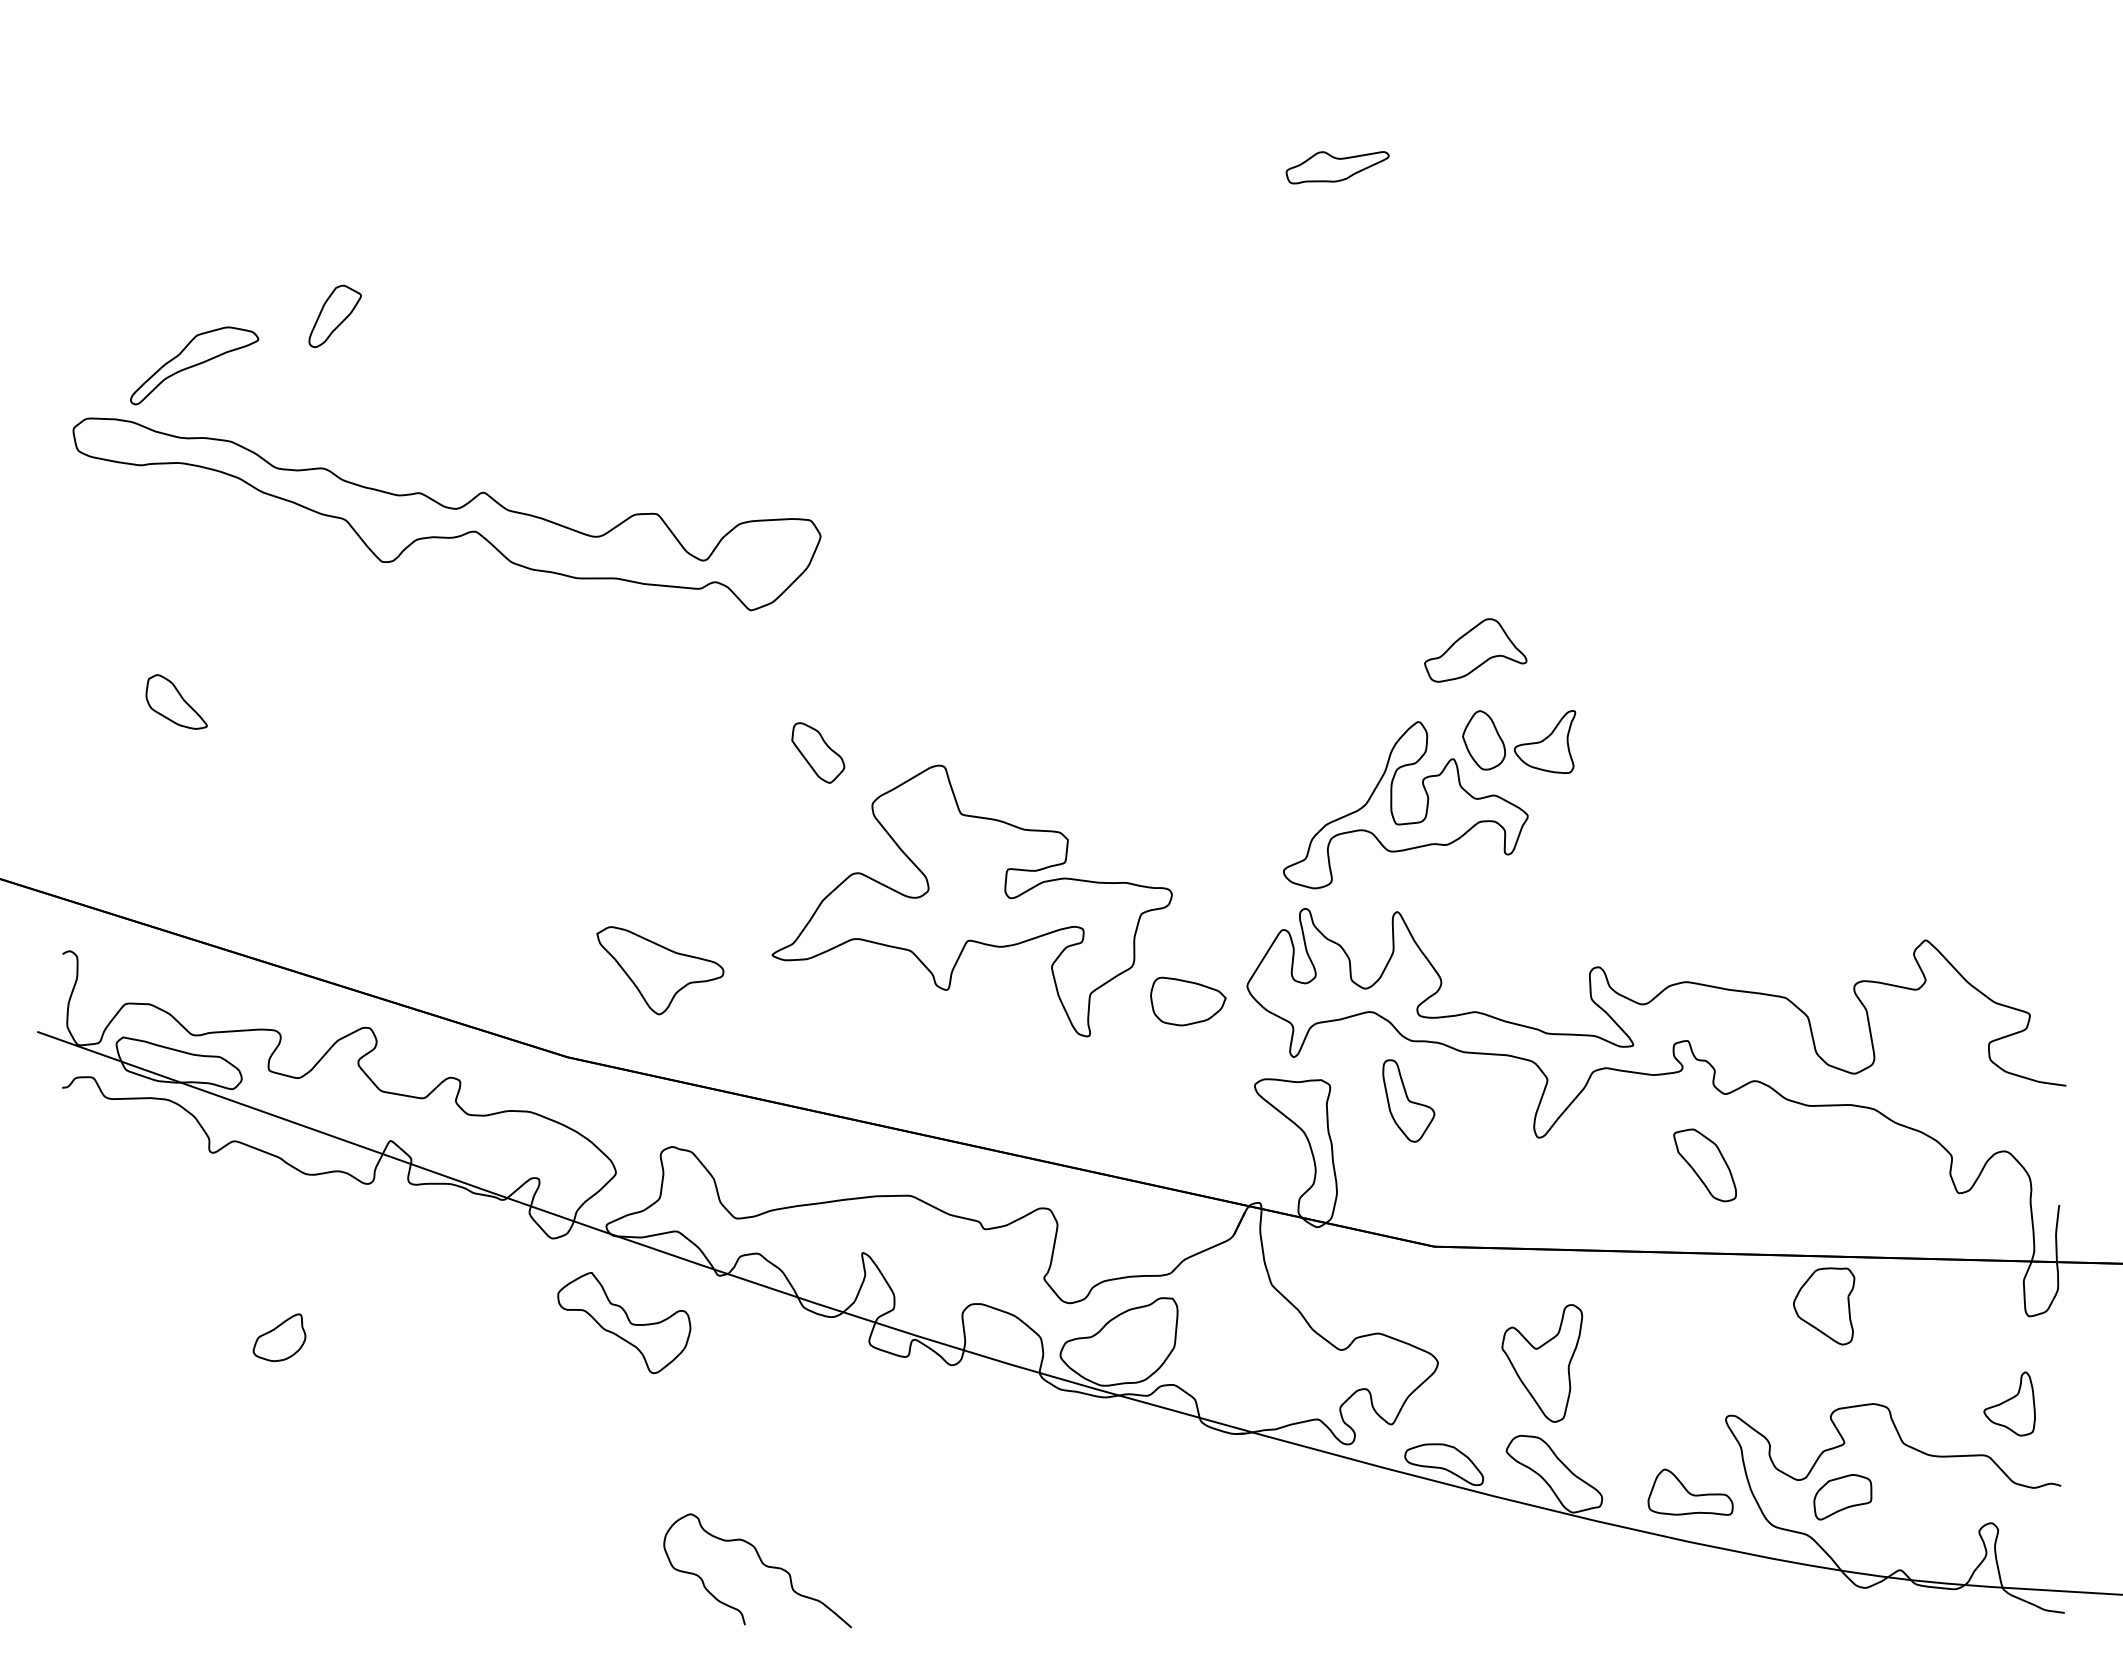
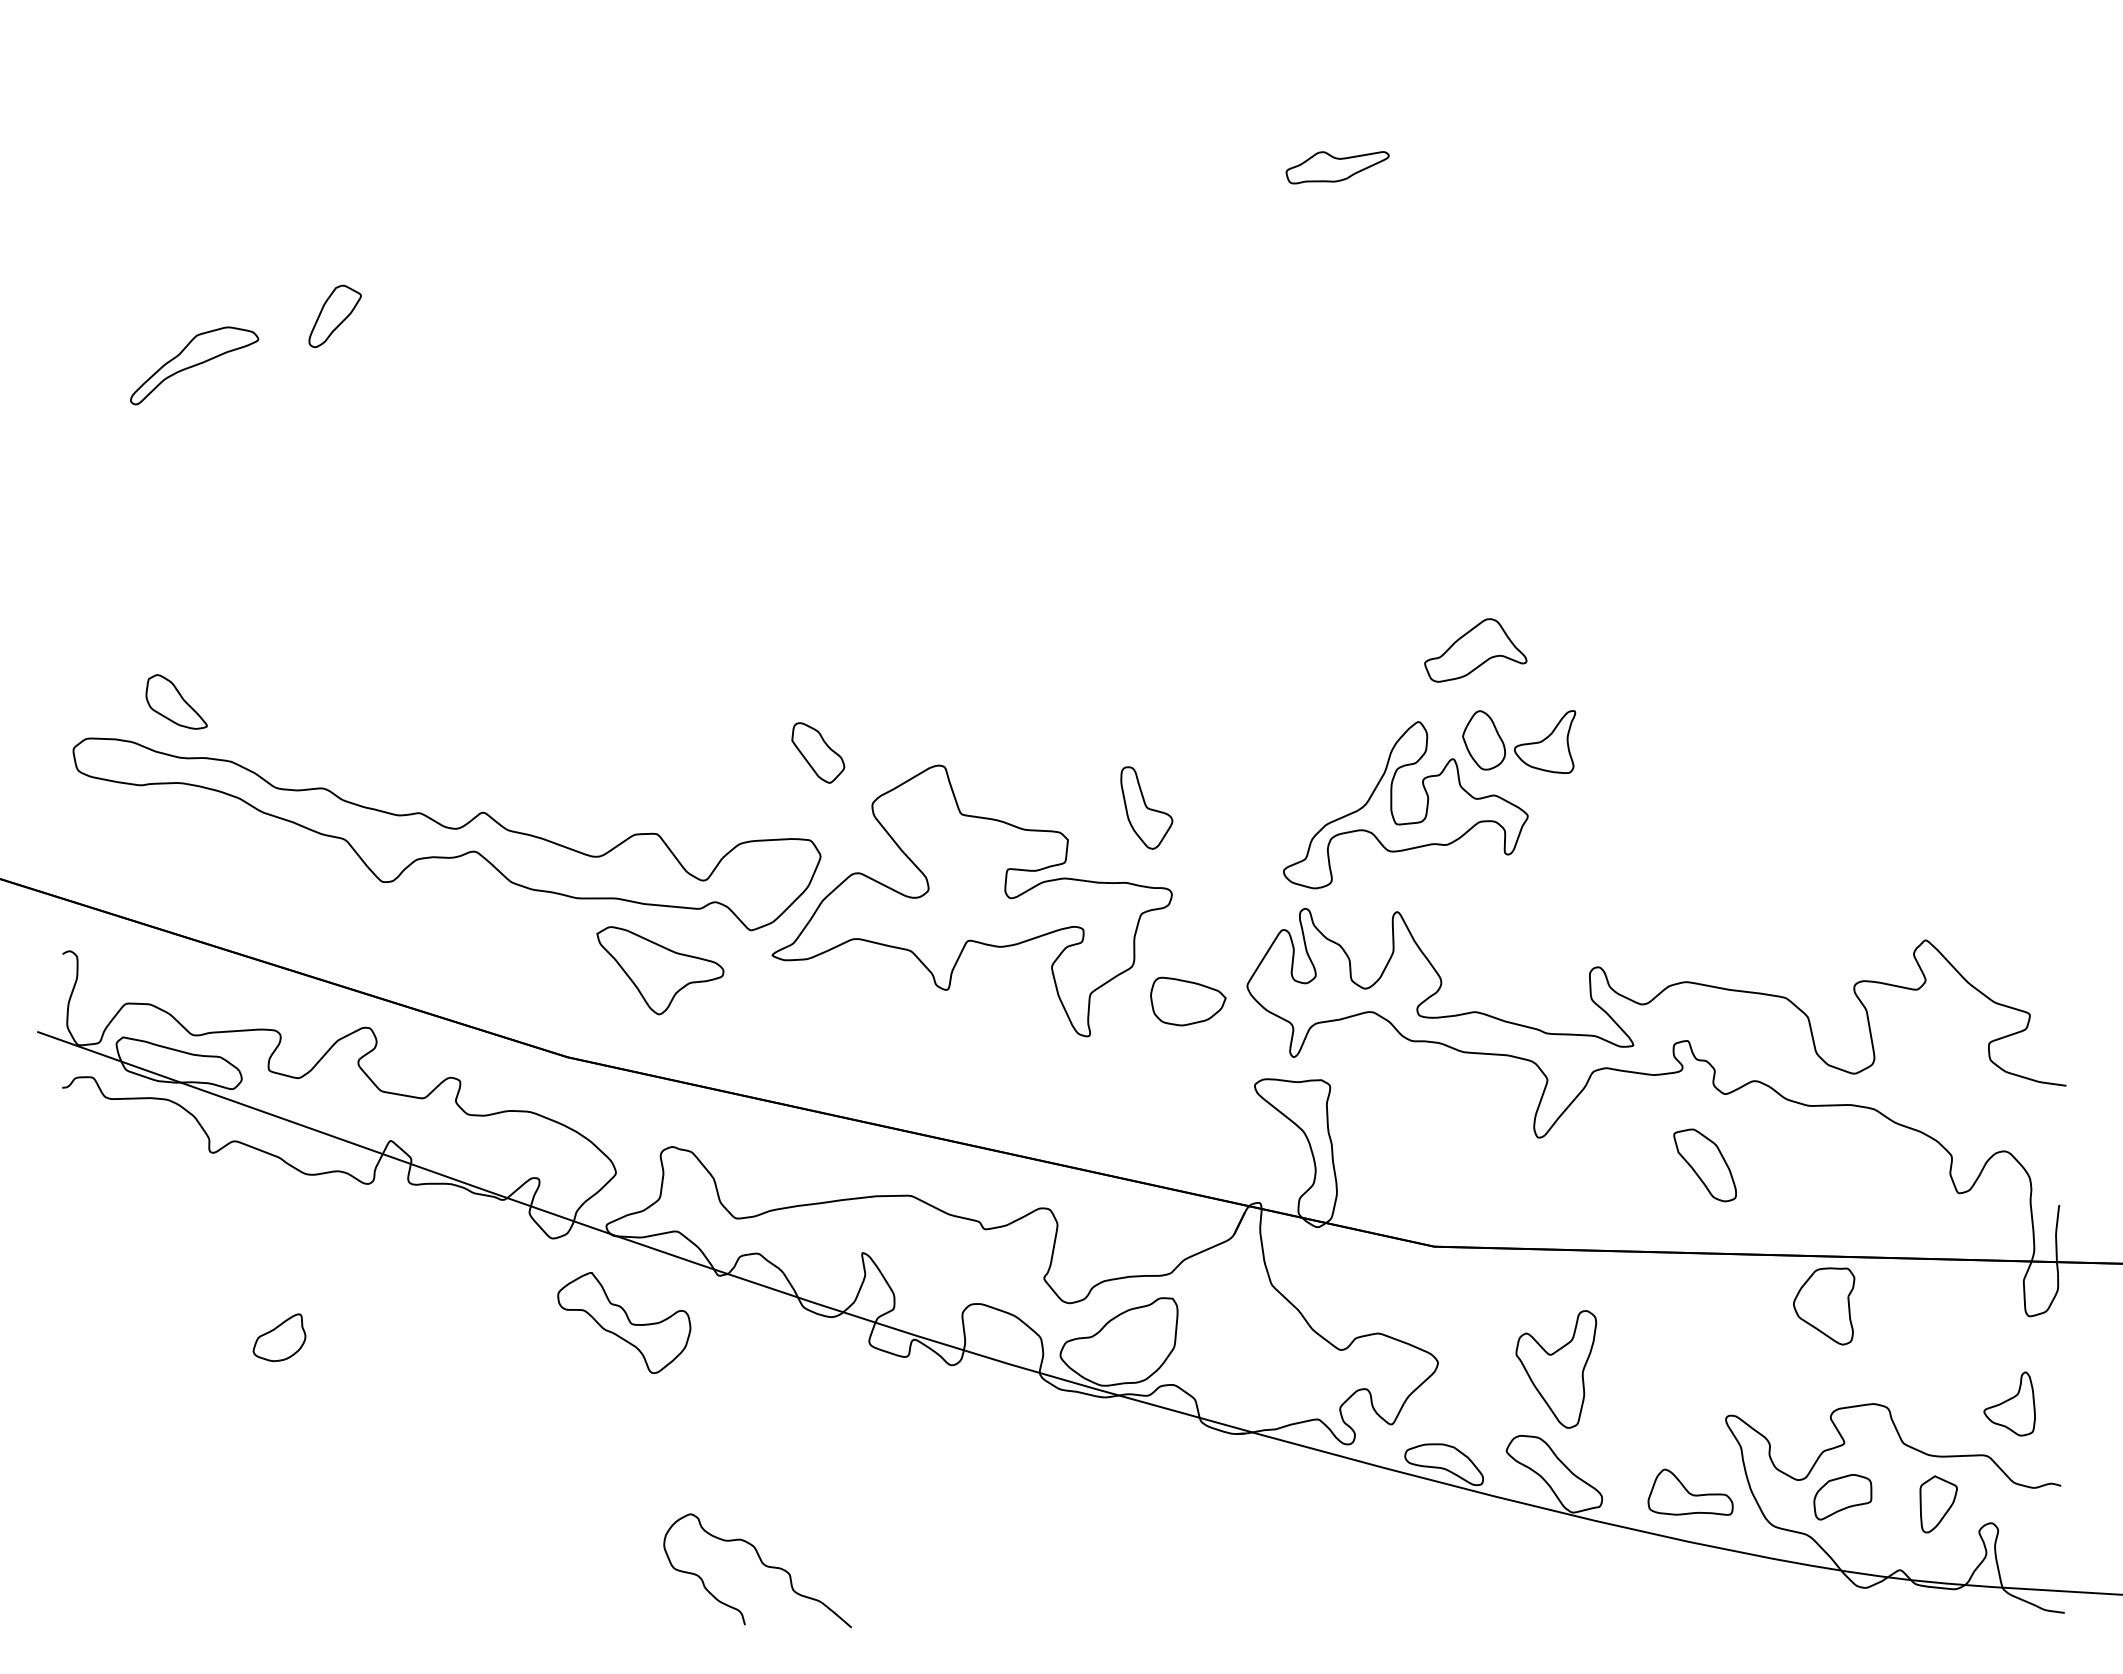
part at (446, 514) position: (446, 514) -> (446, 834)
part at (1408, 1100) position: (1408, 1100) -> (1146, 807)
part at (1542, 1363) position: (1542, 1363) -> (1556, 1369)
part at (1938, 1504): none -> present
